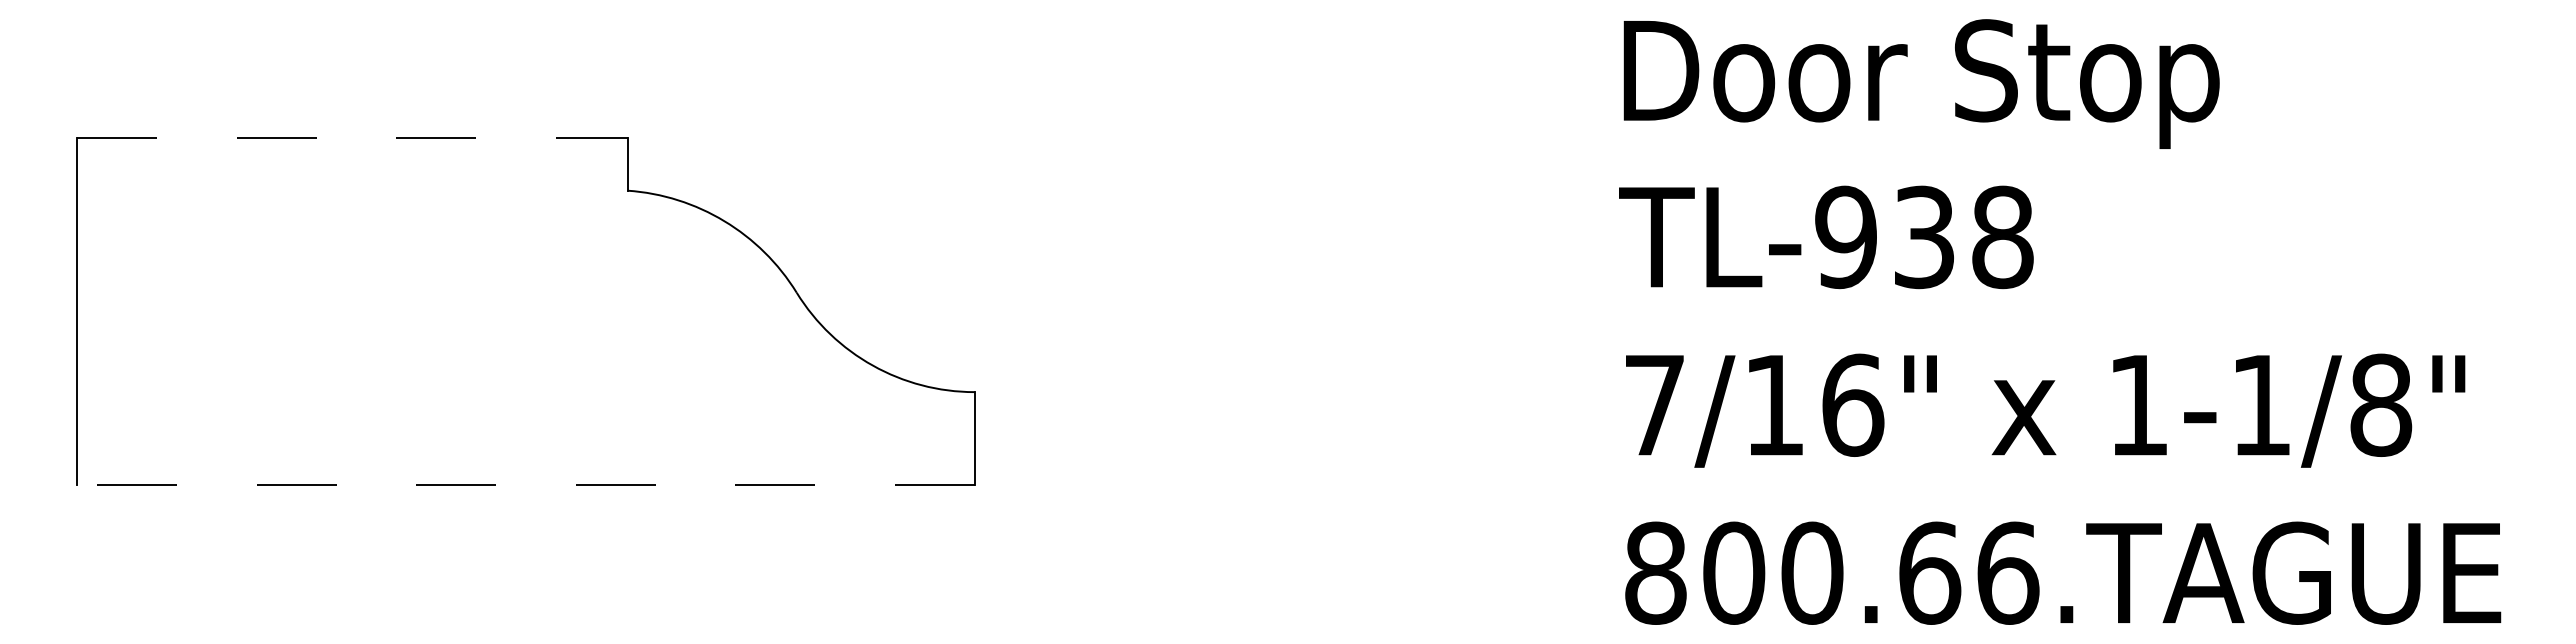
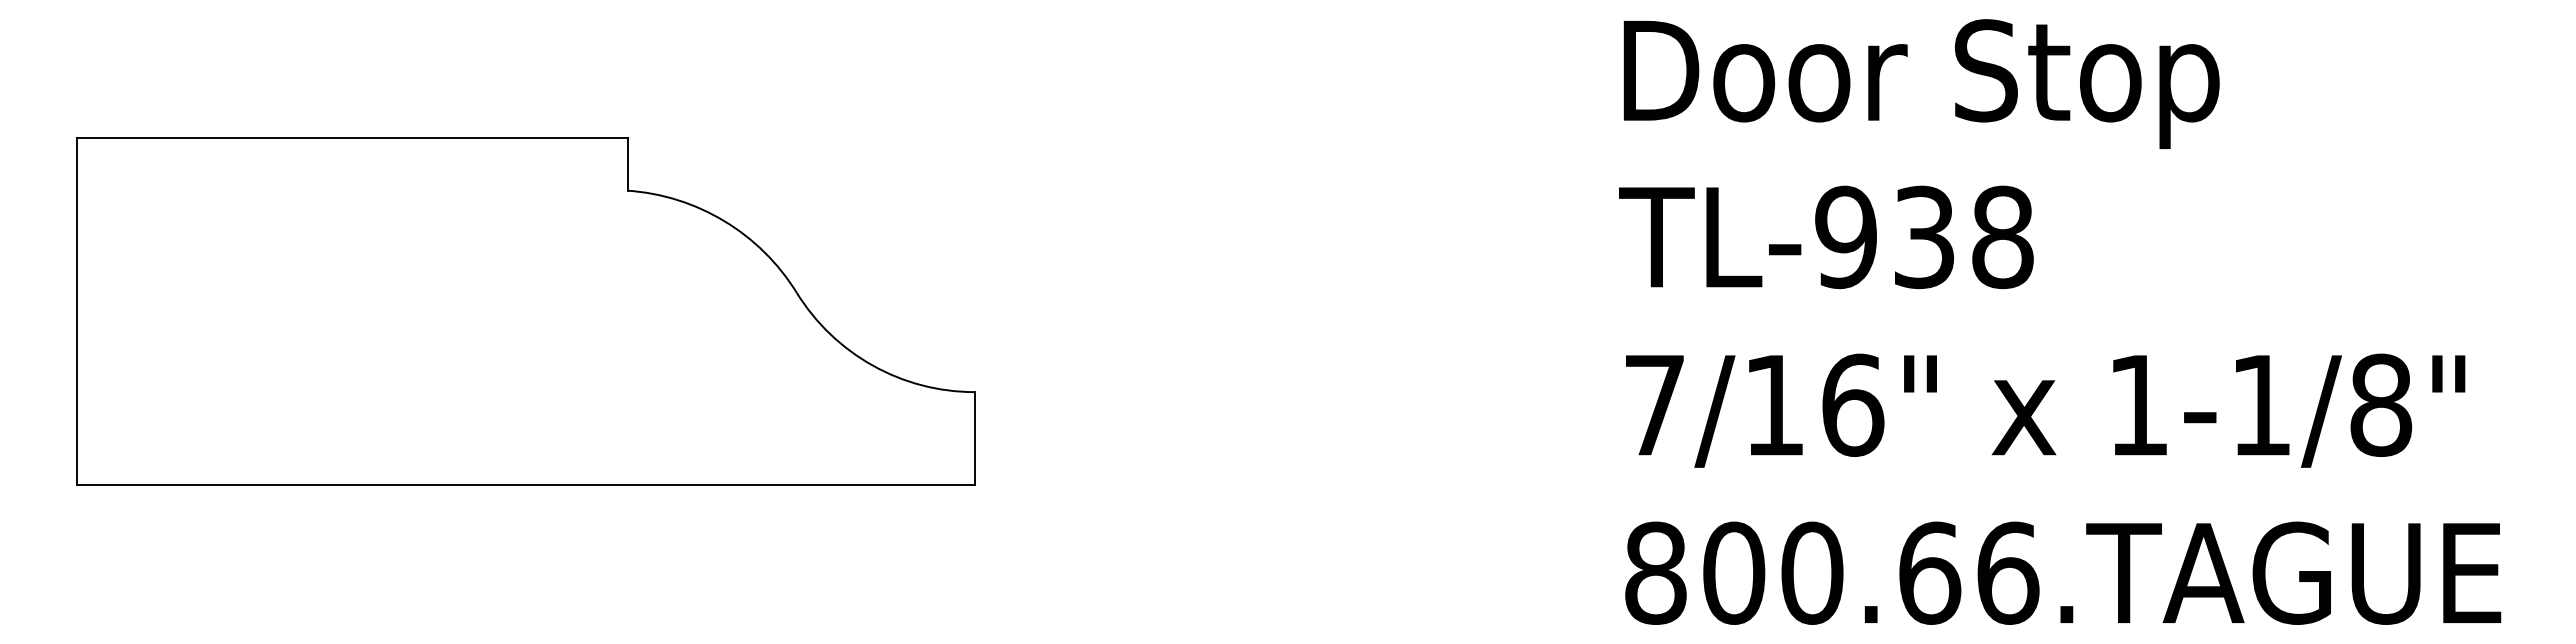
line at (352, 137): dashed -> solid
line at (526, 484): dashed -> solid
